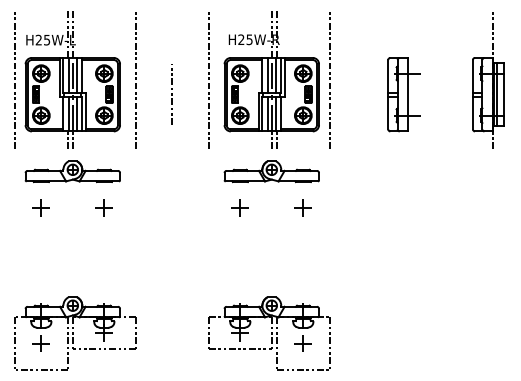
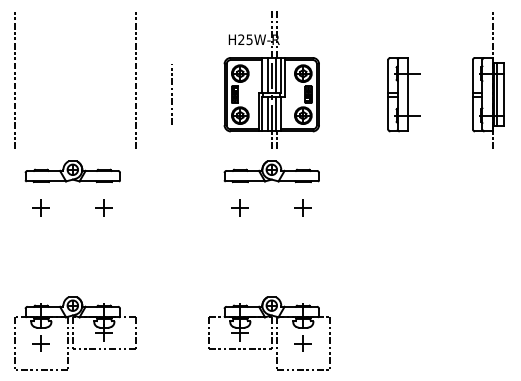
part at (72, 79): present -> none
line at (208, 79): present -> none
line at (329, 79): present -> none
